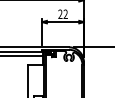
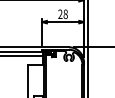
text at (65, 14): 22 -> 28
line at (88, 48): none -> present
